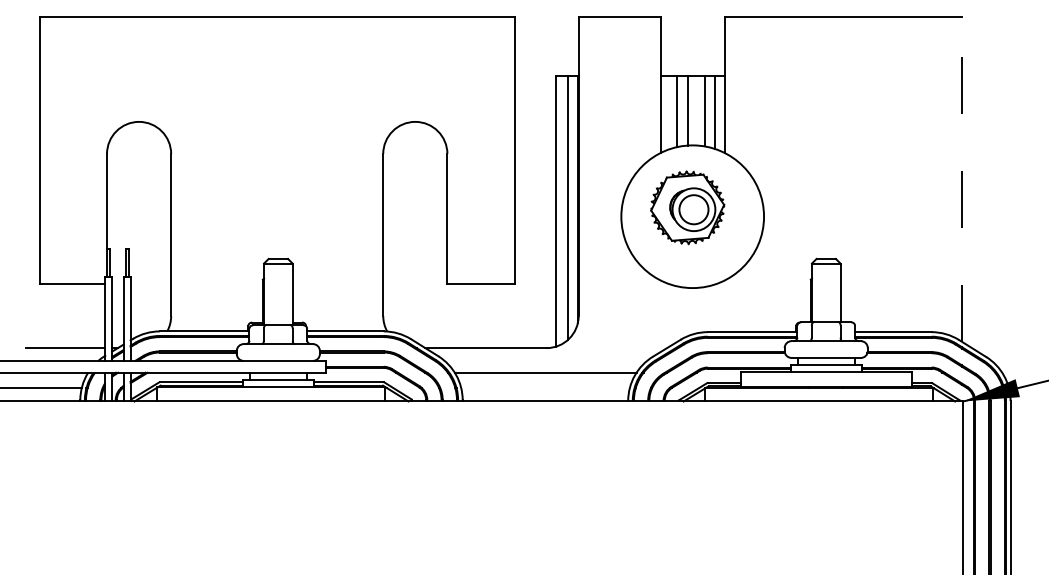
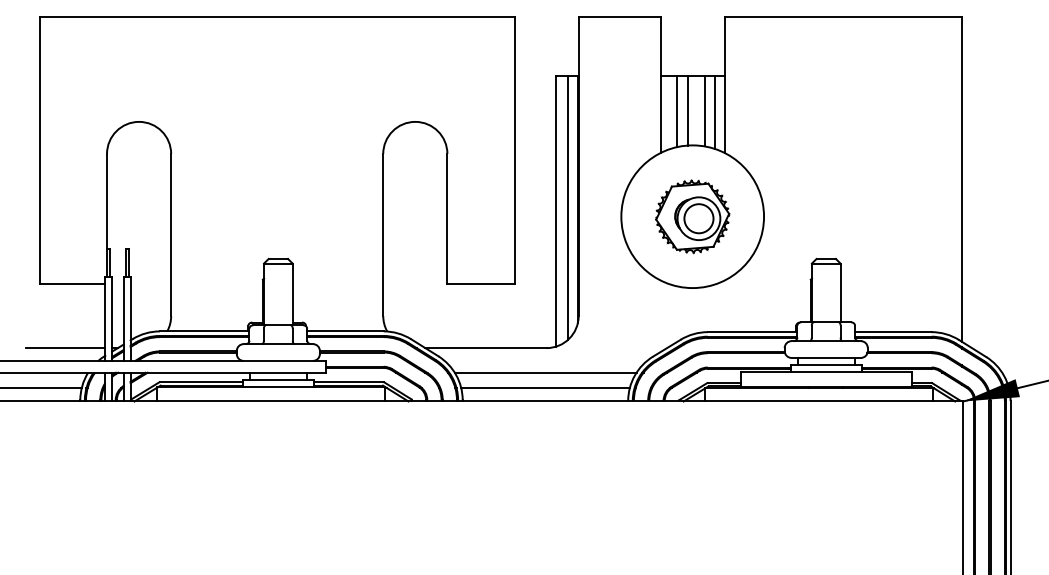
line at (962, 178): dashed -> solid
part at (687, 207) position: (687, 207) -> (692, 216)
line at (545, 387): none -> present
